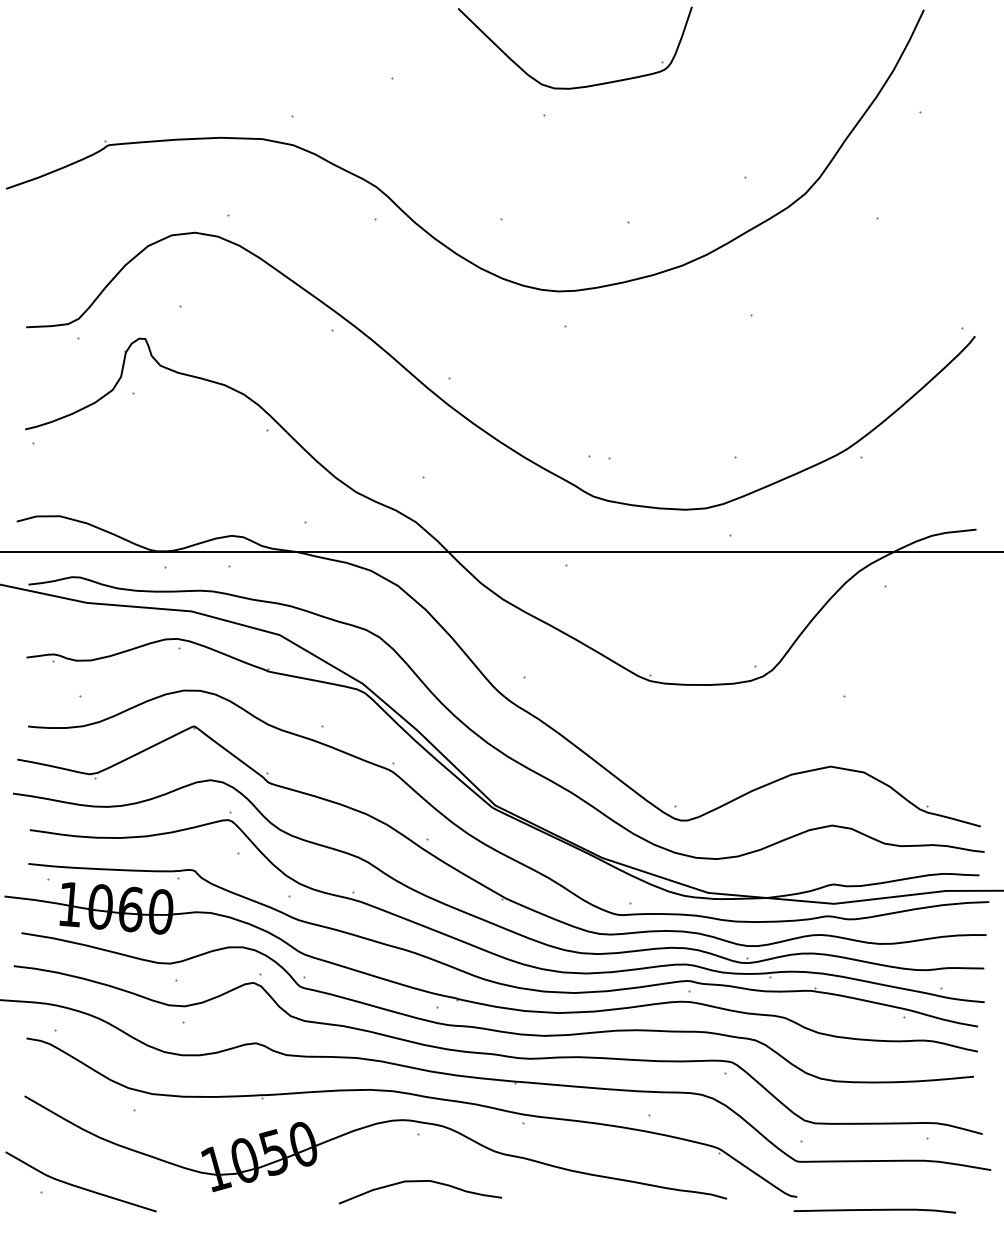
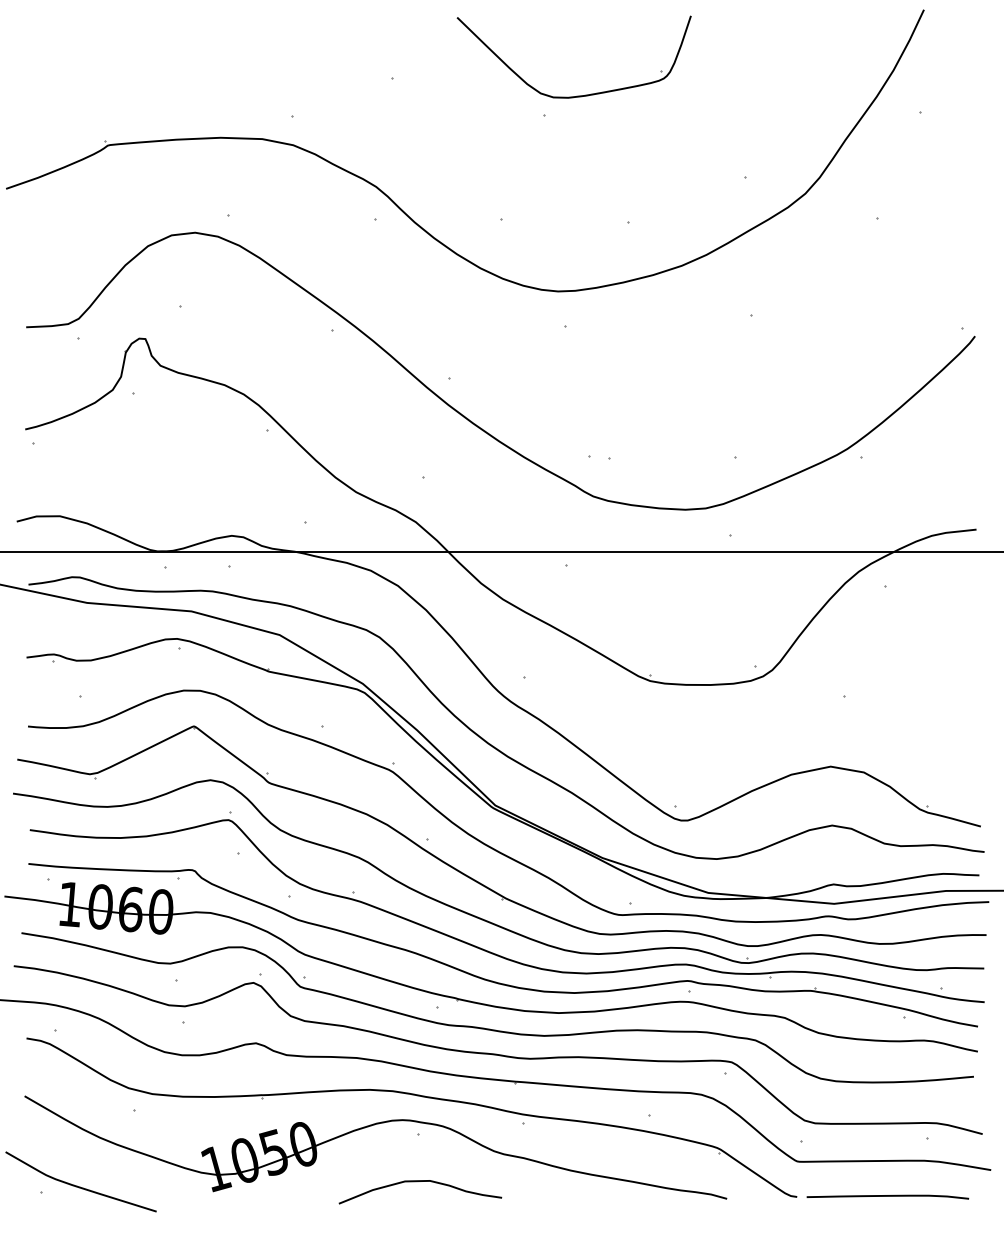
part at (577, 86) position: (577, 86) -> (576, 95)
curve at (874, 1210) position: (874, 1210) -> (887, 1196)
